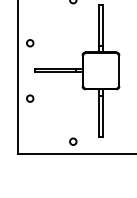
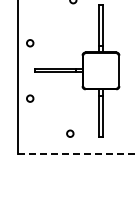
circle at (73, 141) position: (73, 141) -> (70, 133)
line at (77, 154): solid -> dashed
